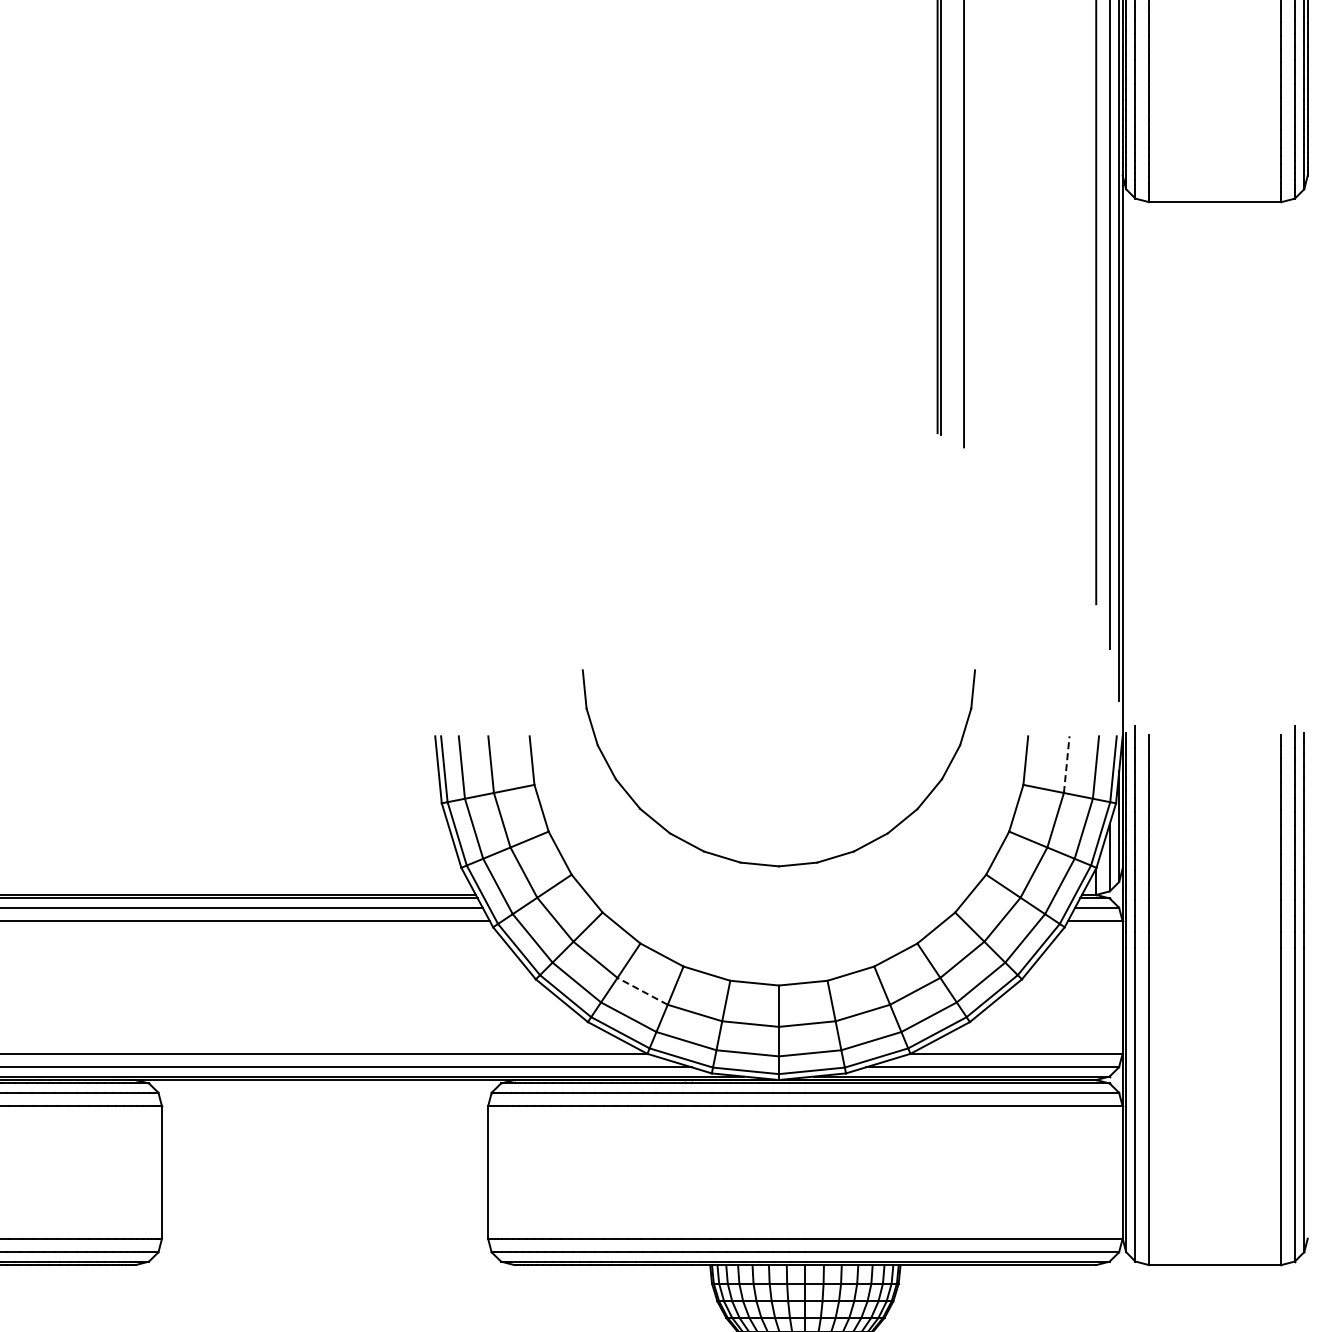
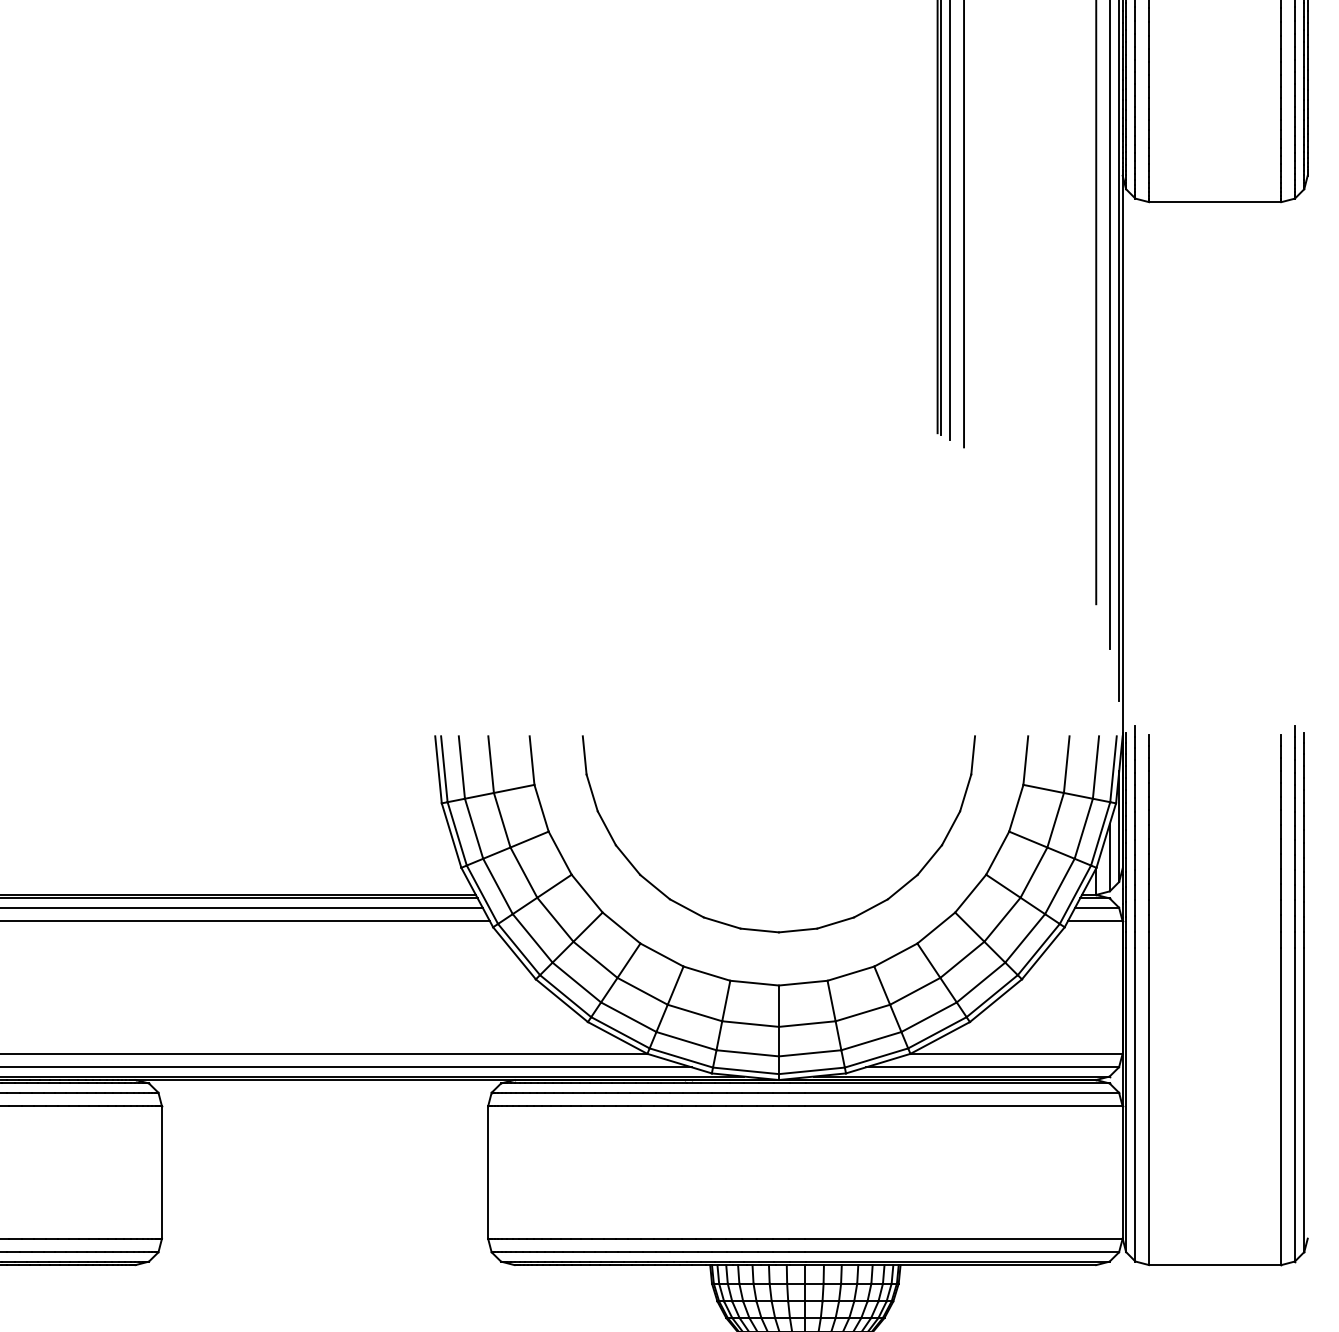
line at (950, 221): none -> present
line at (1066, 764): dashed -> solid
part at (772, 864) position: (772, 864) -> (772, 930)
line at (642, 991): dashed -> solid
